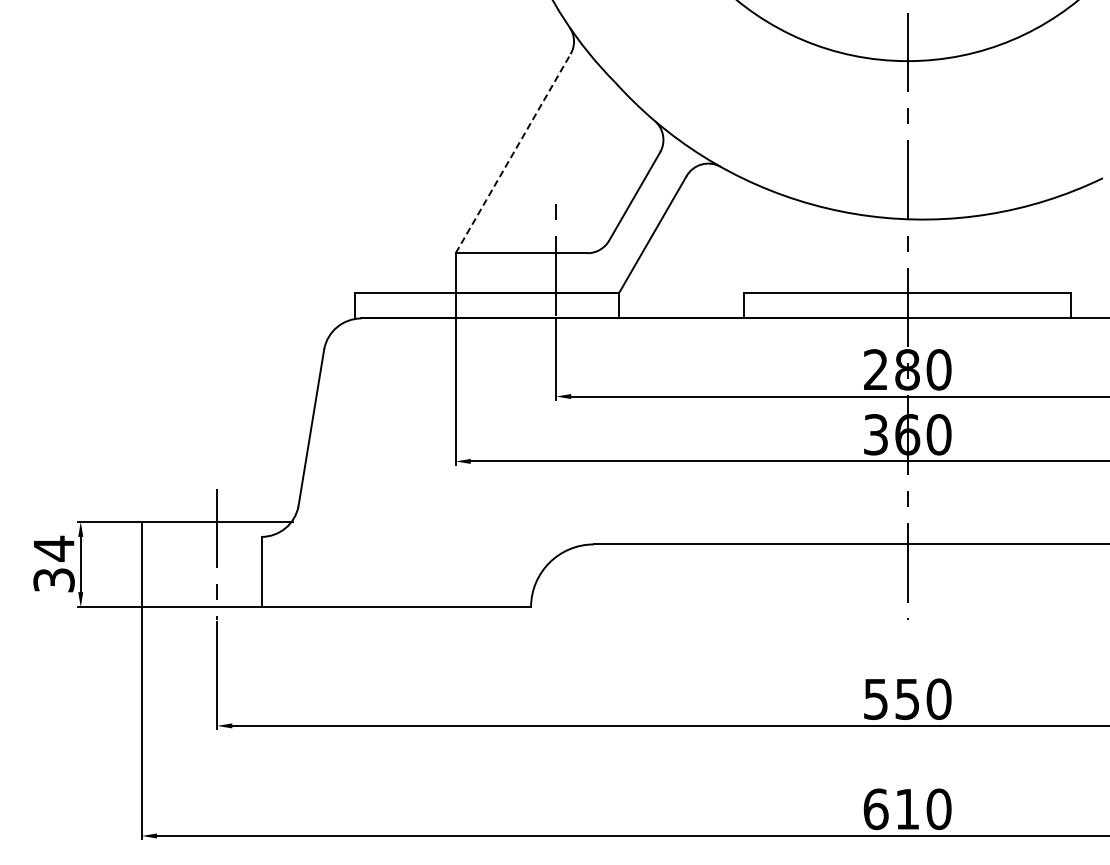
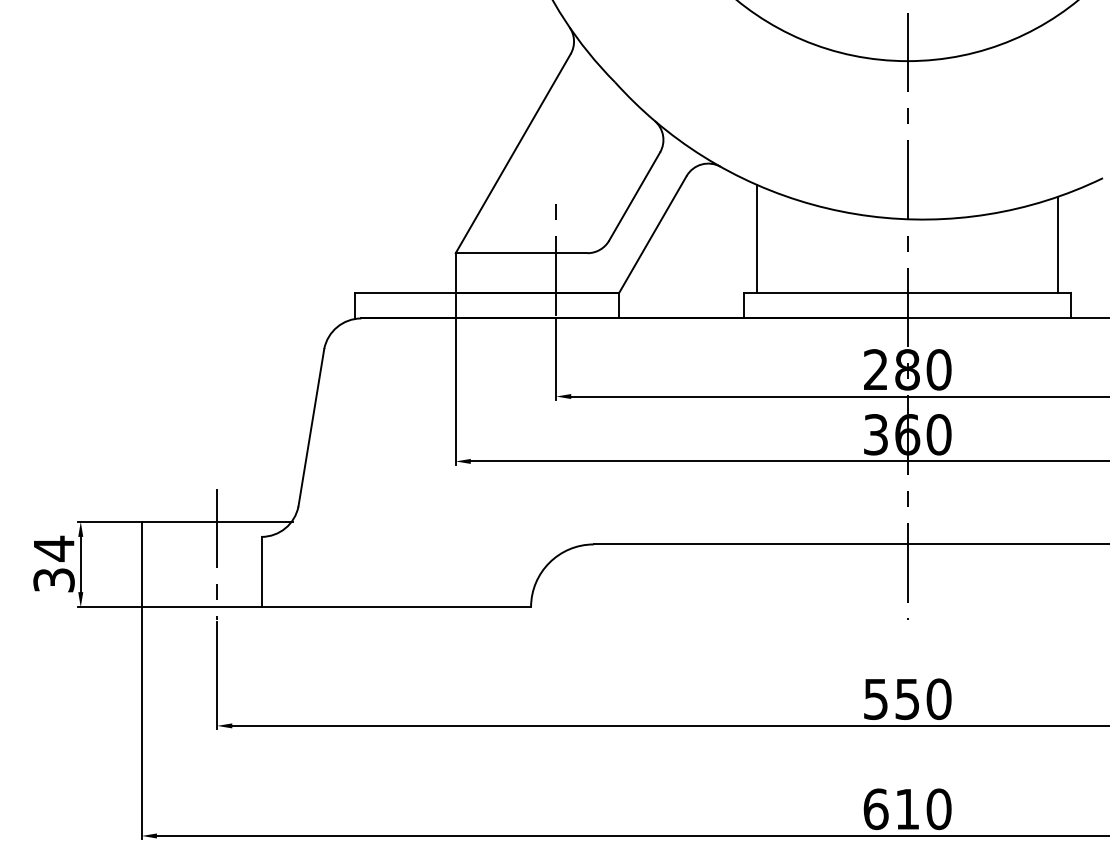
line at (513, 153): dashed -> solid
line at (757, 238): none -> present
line at (1058, 244): none -> present
